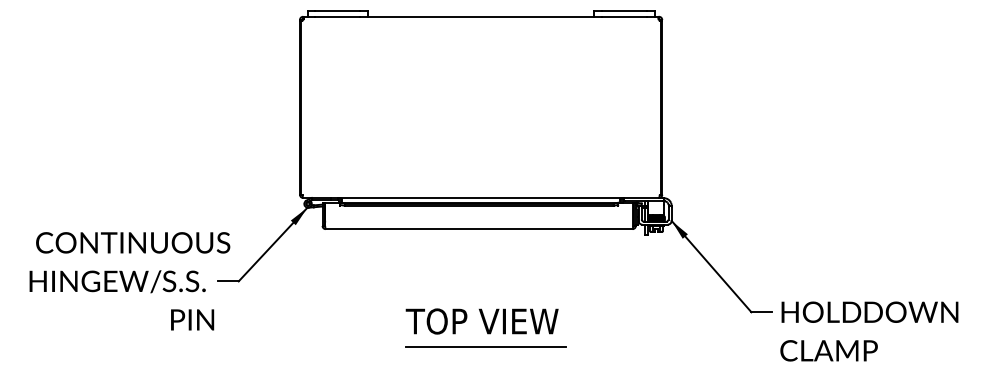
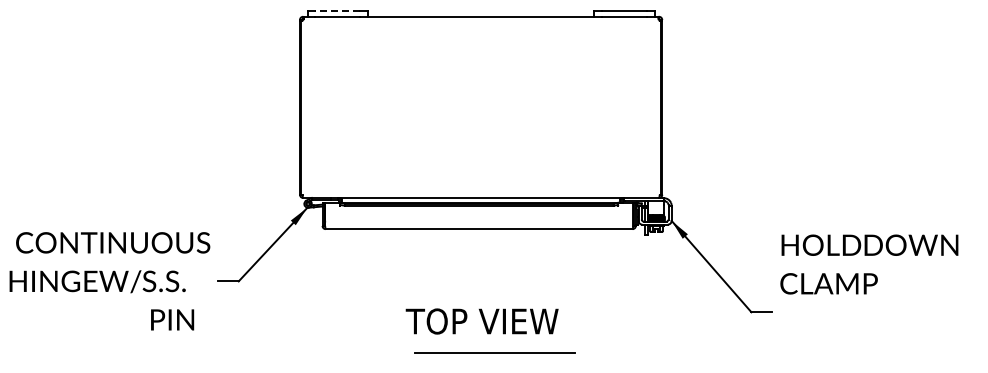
line at (337, 11): solid -> dashed
text at (129, 281) position: (129, 281) -> (109, 281)
text at (869, 331) position: (869, 331) -> (869, 264)
line at (485, 346) position: (485, 346) -> (494, 352)
